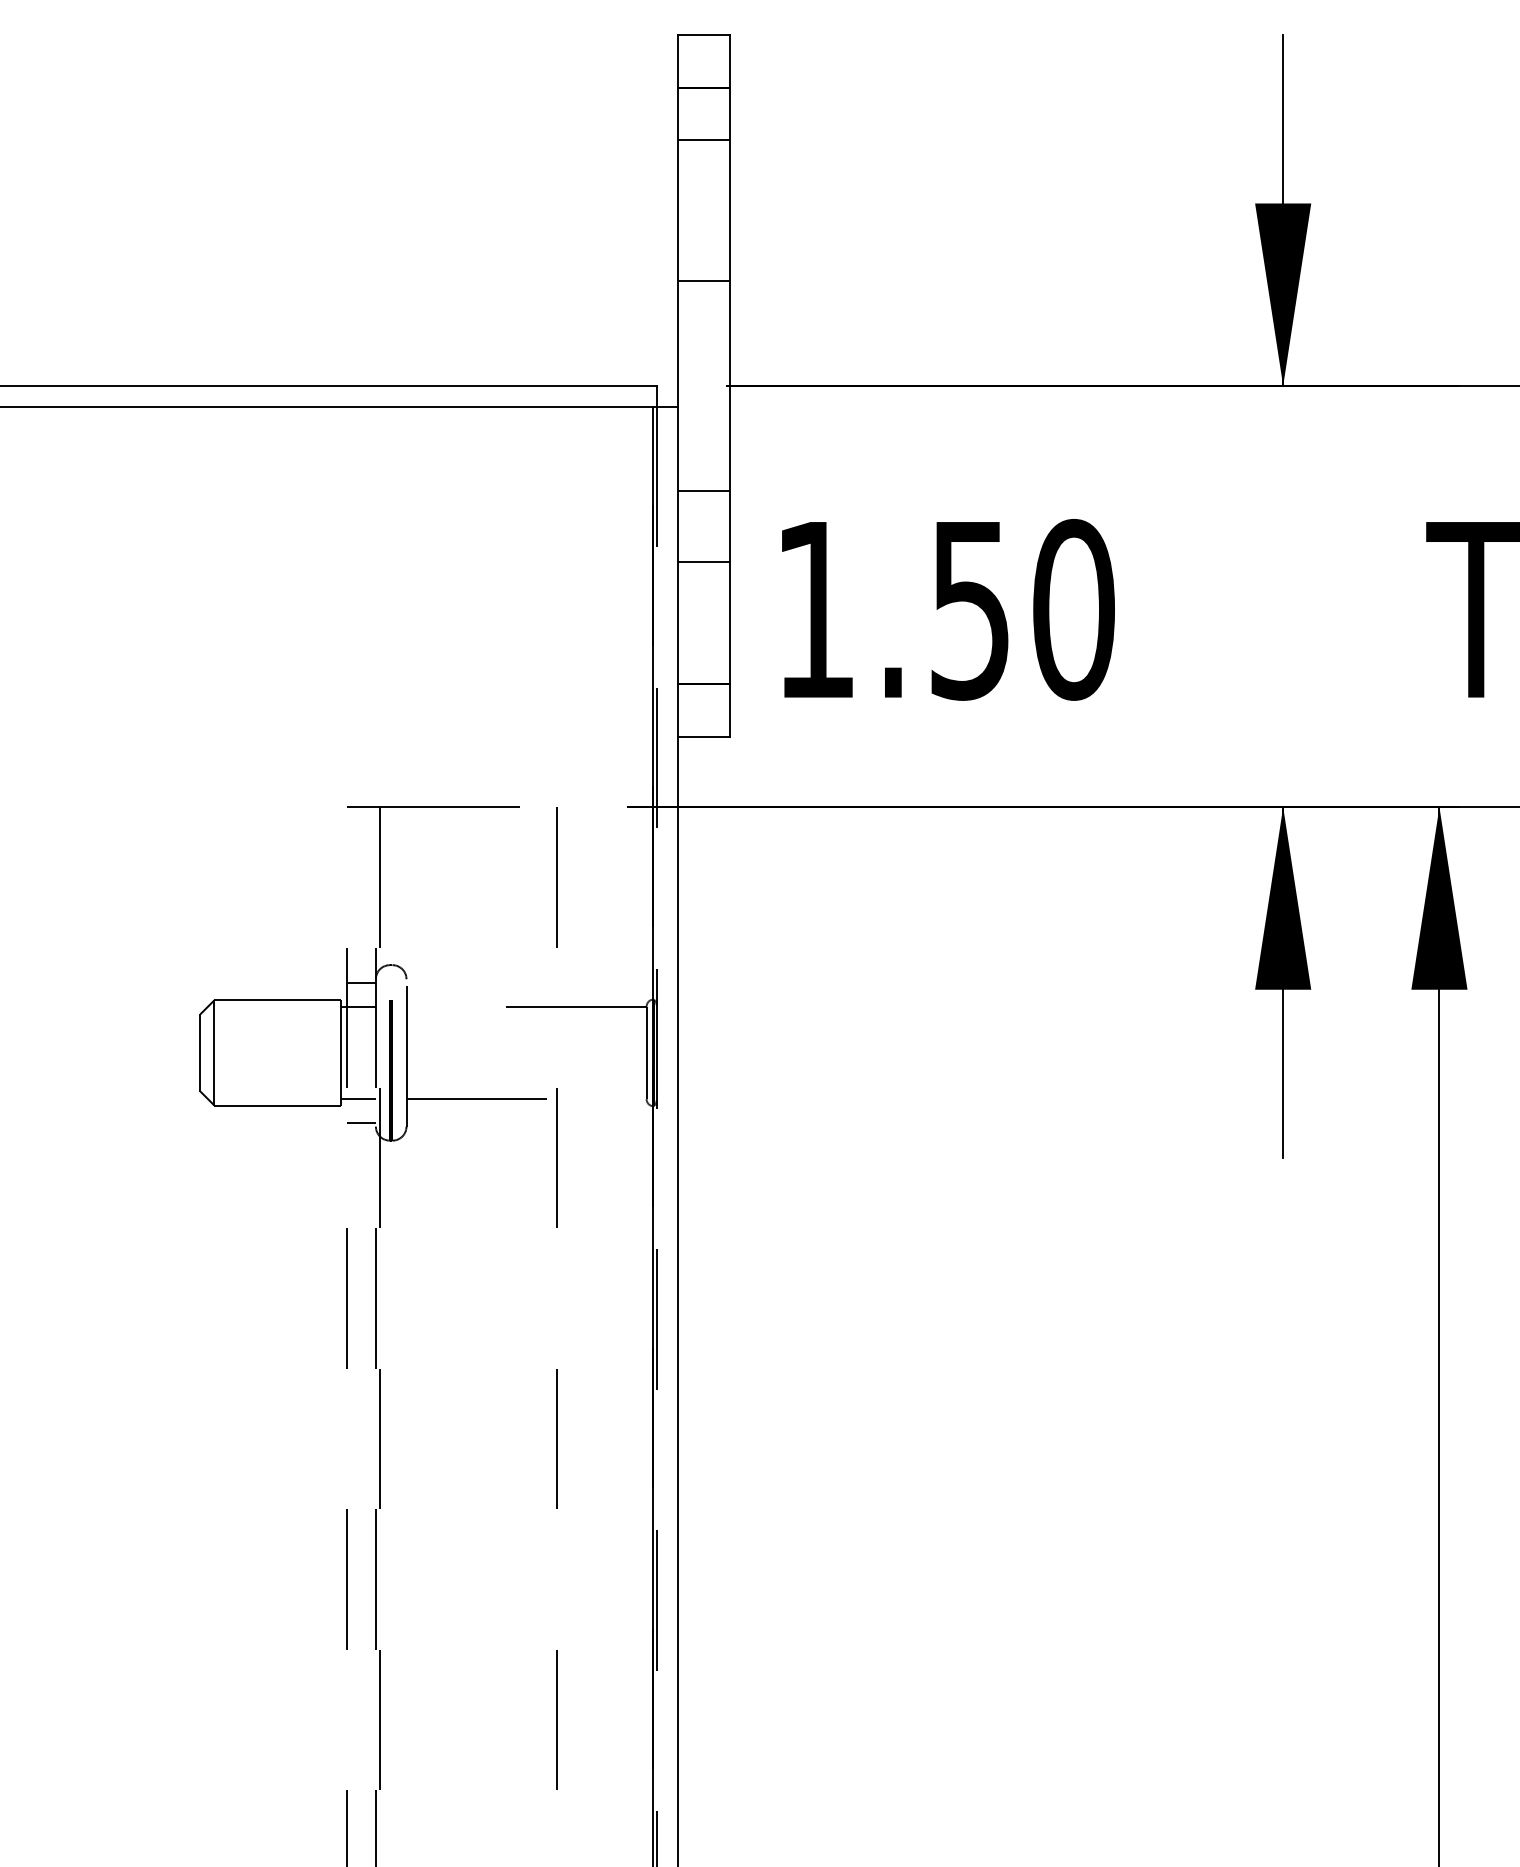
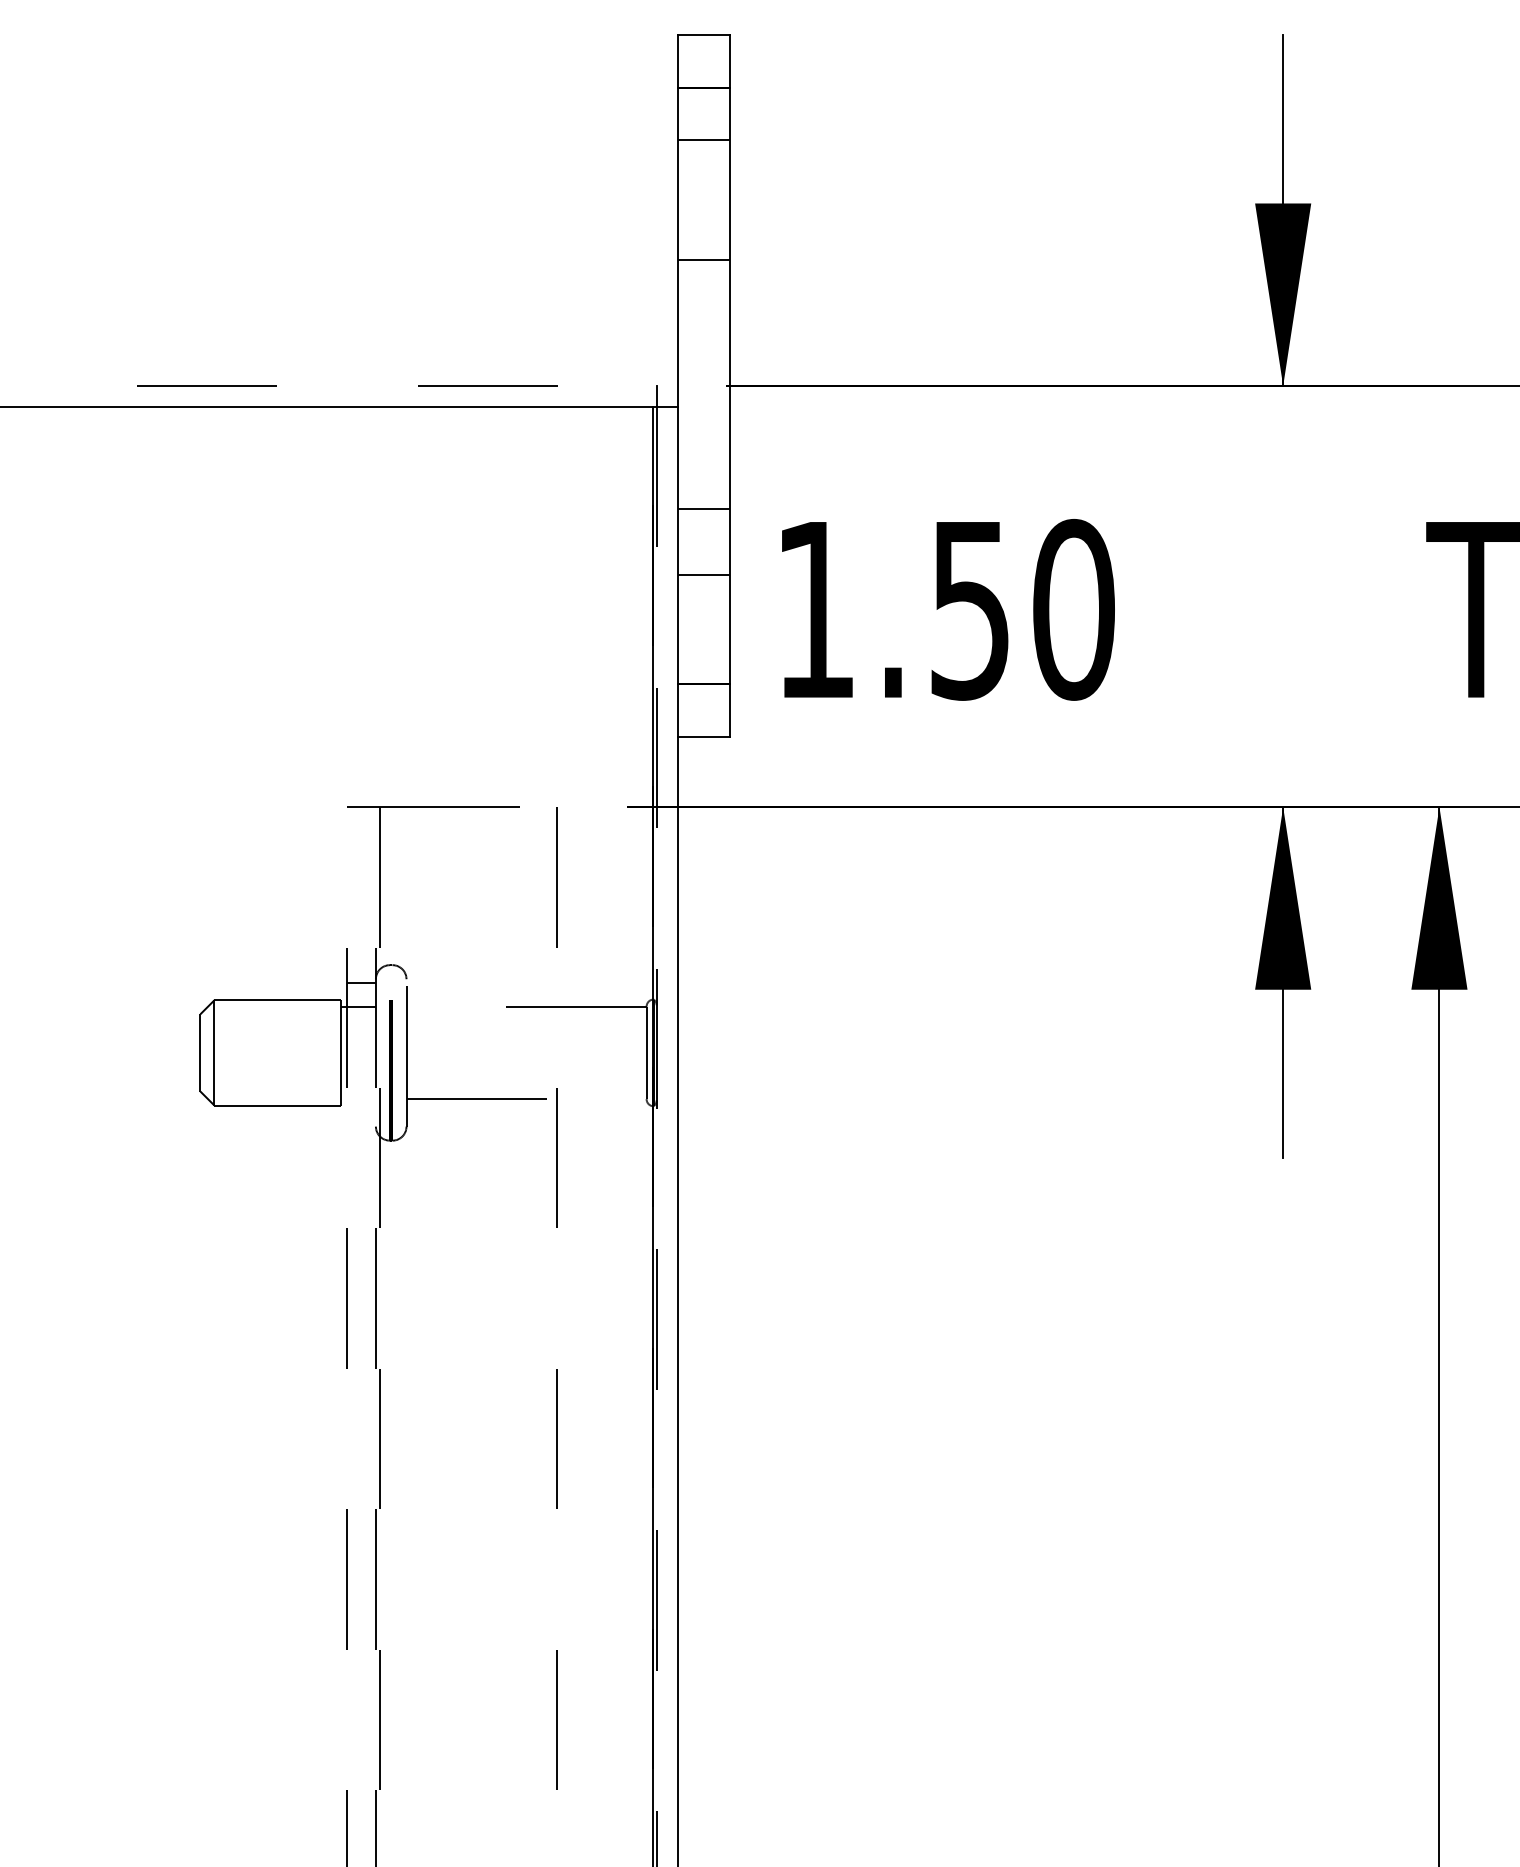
line at (703, 280) position: (703, 280) -> (703, 259)
line at (328, 386): solid -> dashed
line at (703, 491) position: (703, 491) -> (703, 509)
line at (703, 561) position: (703, 561) -> (703, 574)
line at (357, 1099): present -> none
line at (360, 1123): present -> none
